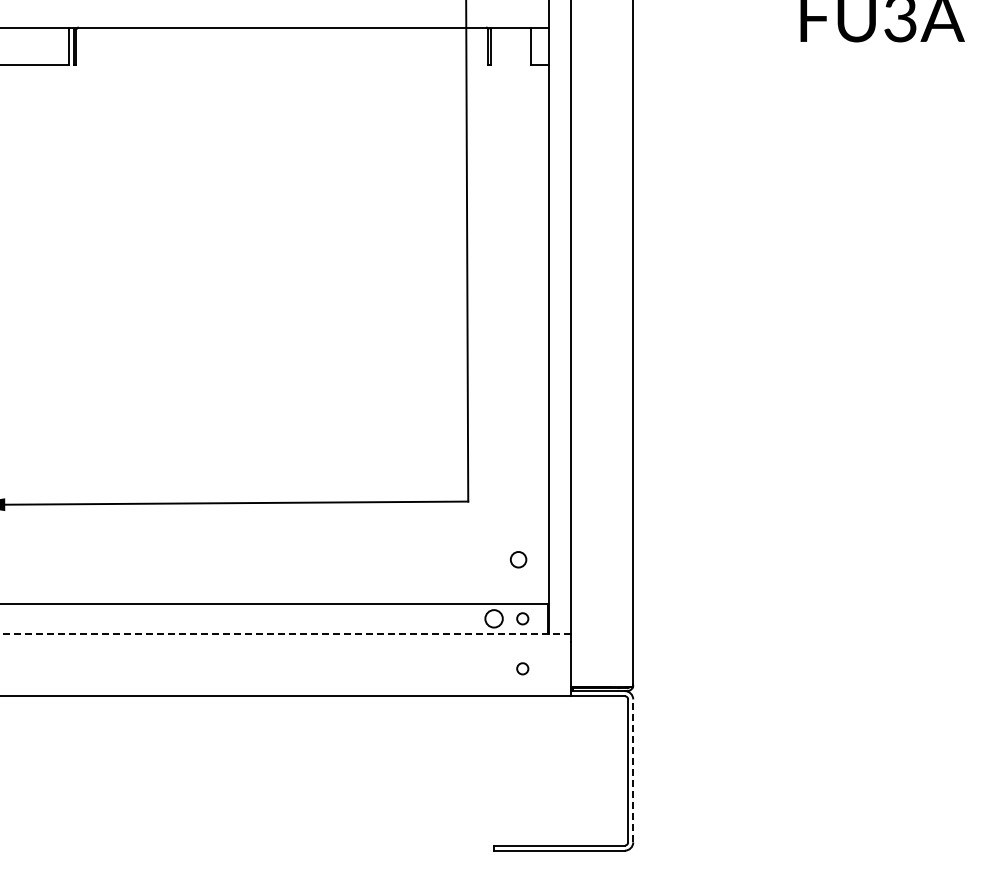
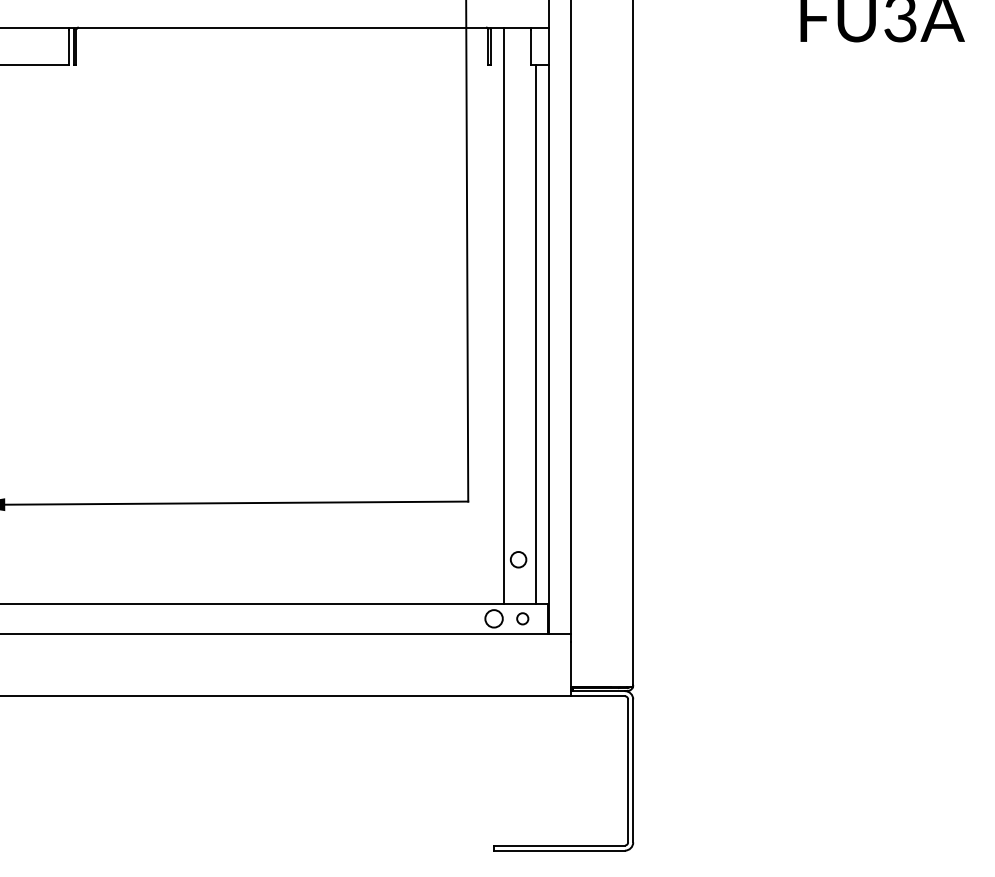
line at (503, 315): none -> present
line at (536, 334): none -> present
line at (285, 633): dashed -> solid
circle at (522, 668): present -> none
line at (633, 770): dashed -> solid
